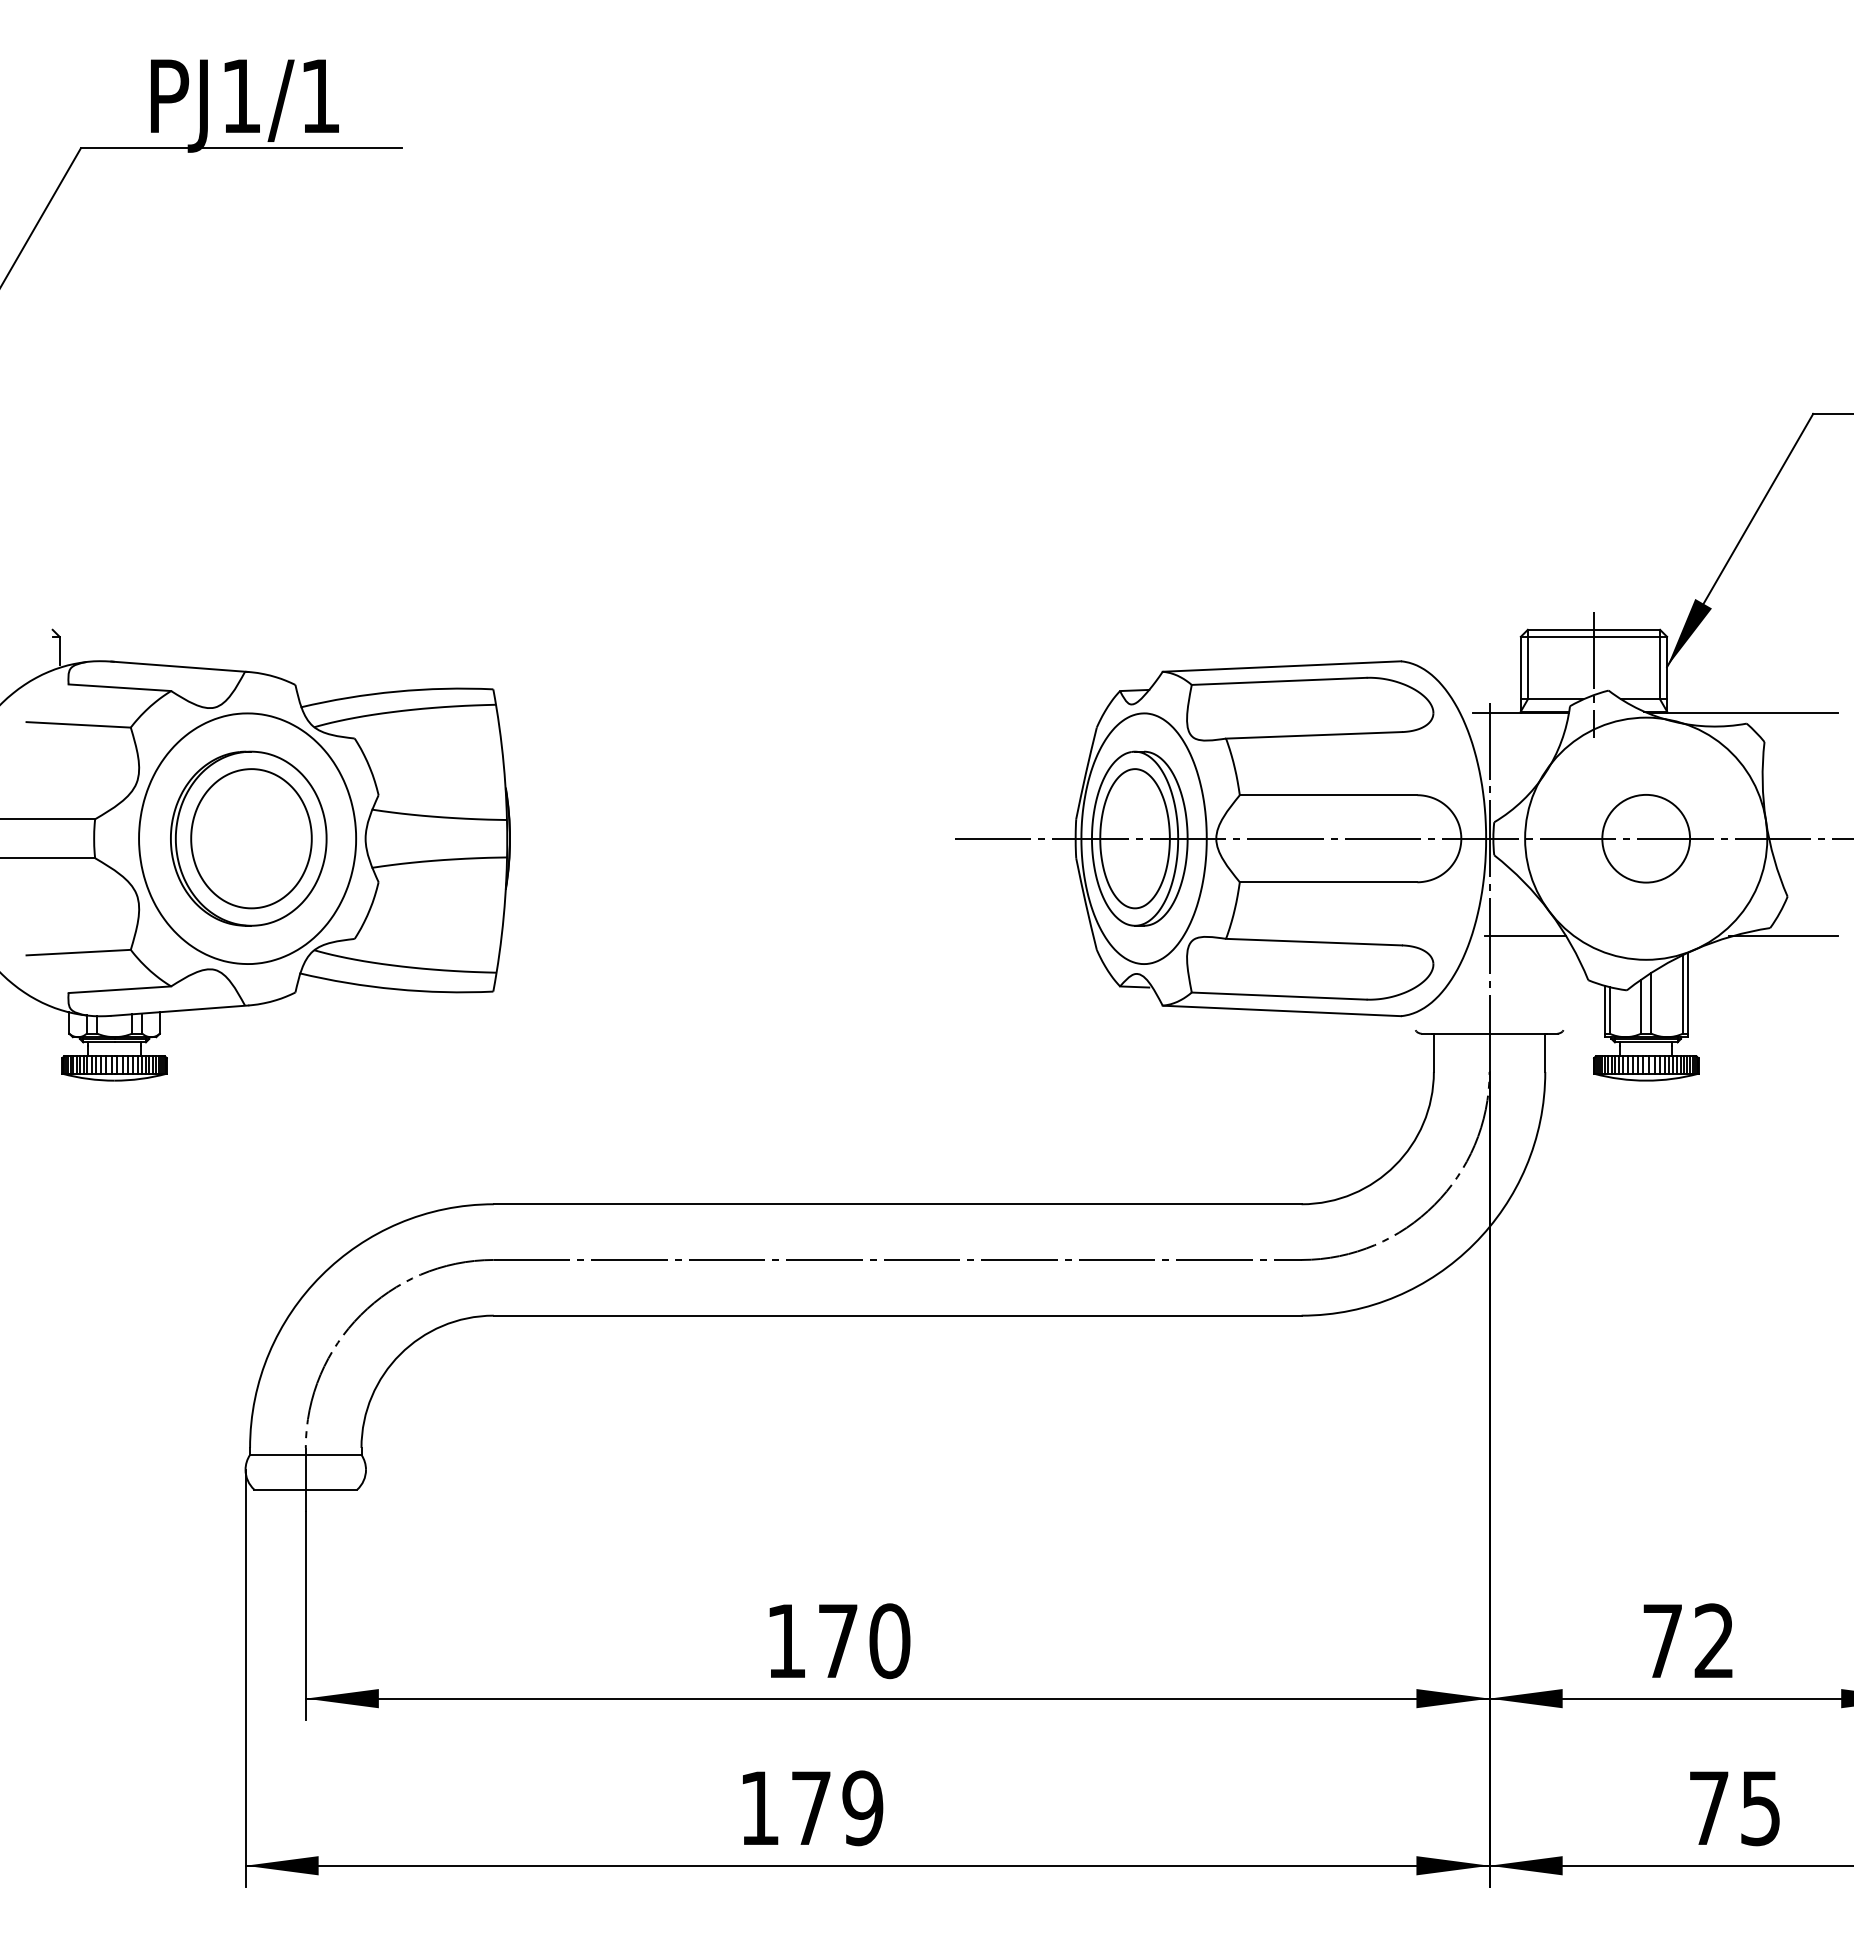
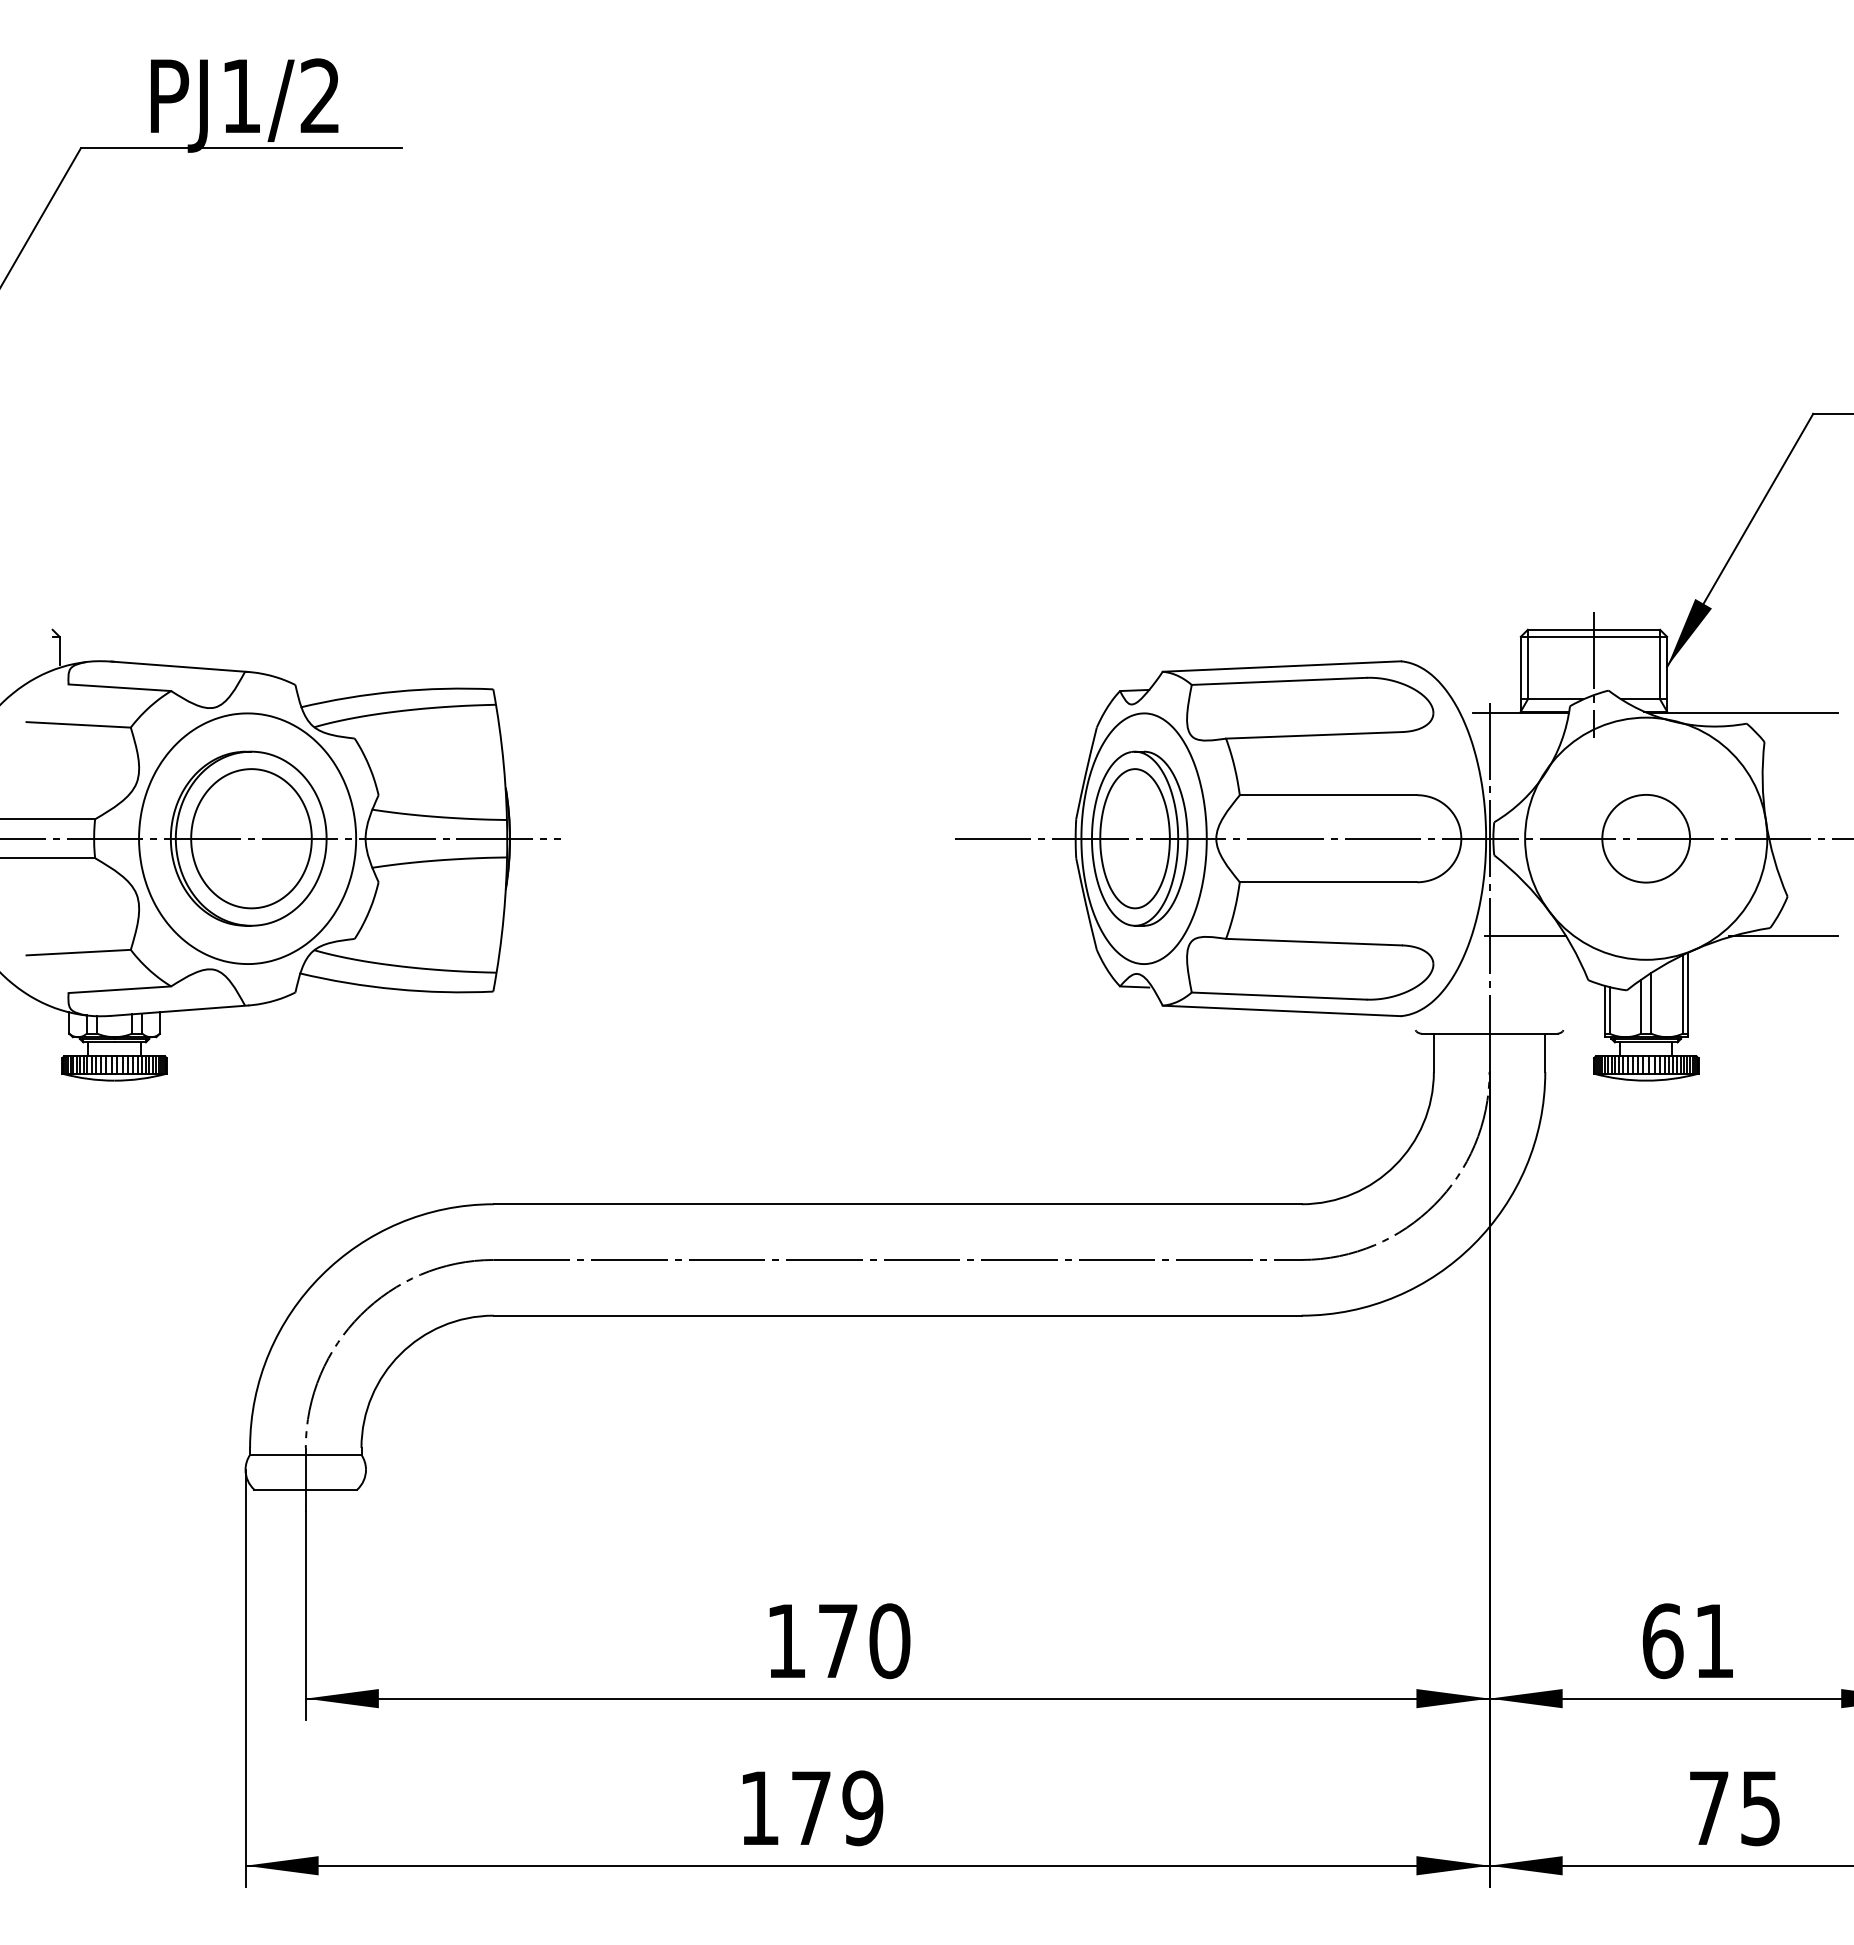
text at (319, 95): PJ1/1 -> PJ1/2
line at (281, 838): none -> present
text at (1687, 1641): 72 -> 61
